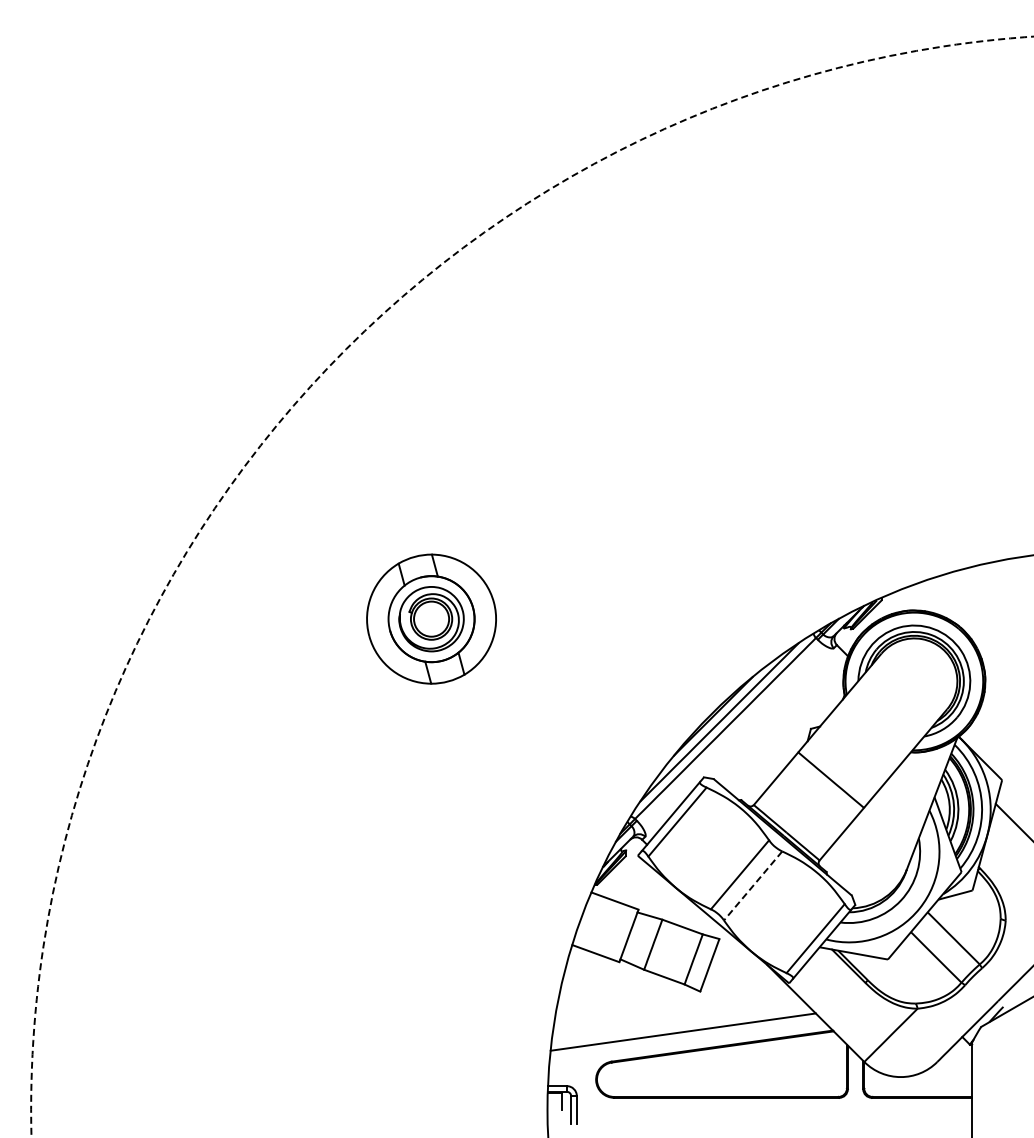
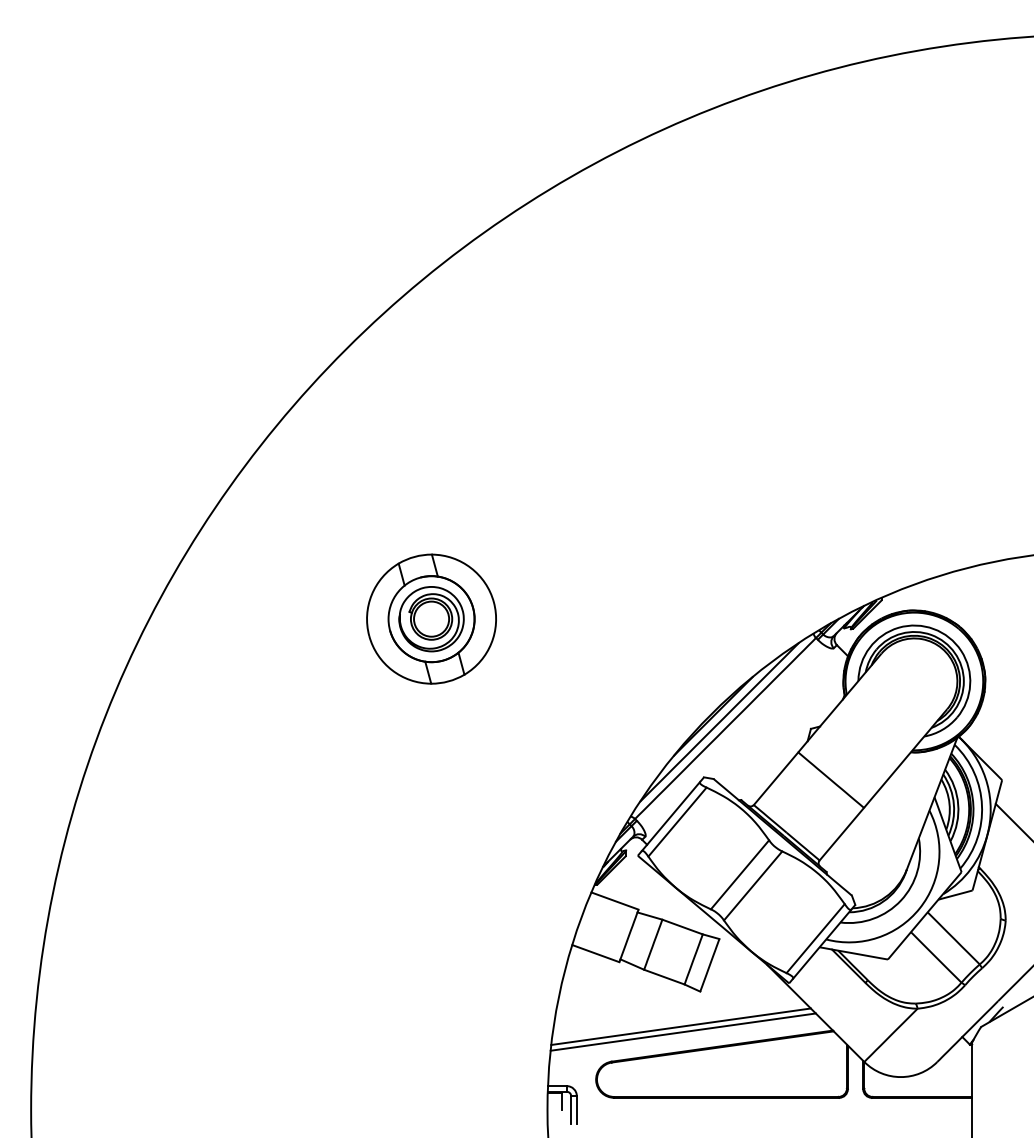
circle at (532, 586): dashed -> solid
line at (752, 886): dashed -> solid
line at (680, 1026): none -> present
